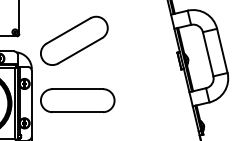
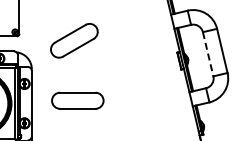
part at (74, 40) size: 69x51 px -> 49x36 px
line at (208, 54): solid -> dashed
part at (77, 100) size: 76x26 px -> 54x19 px
